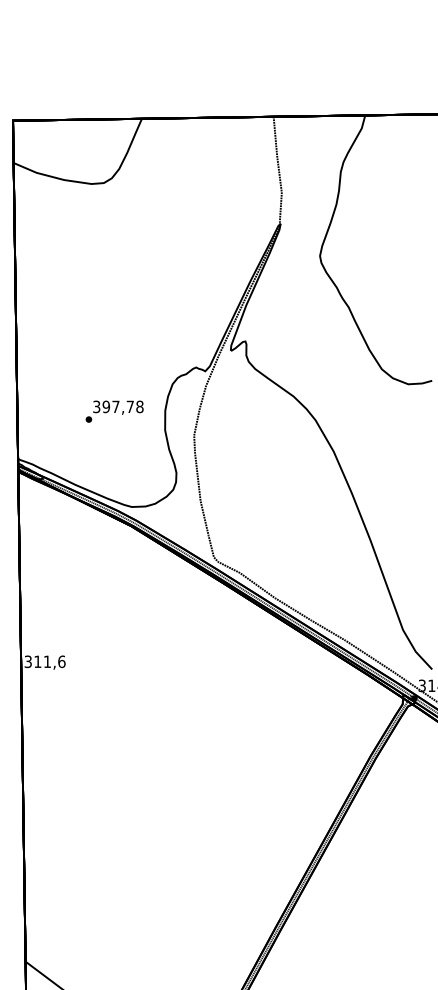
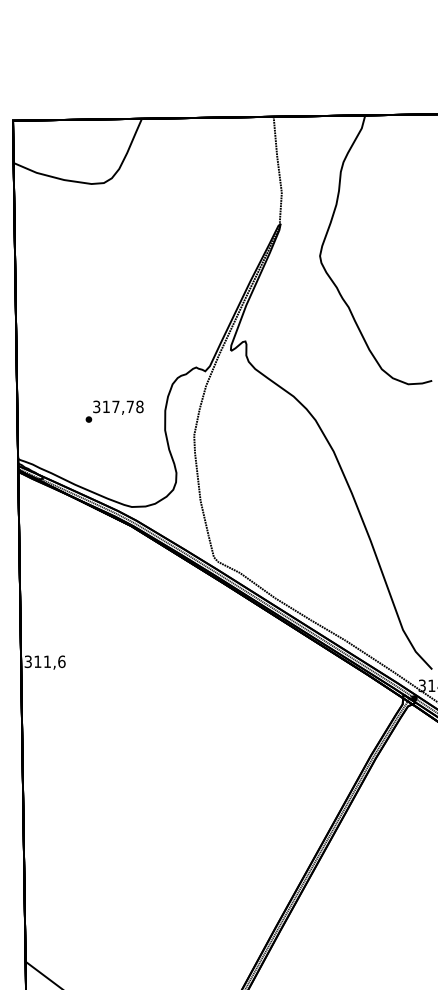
text at (106, 406): 397,78 -> 317,78
